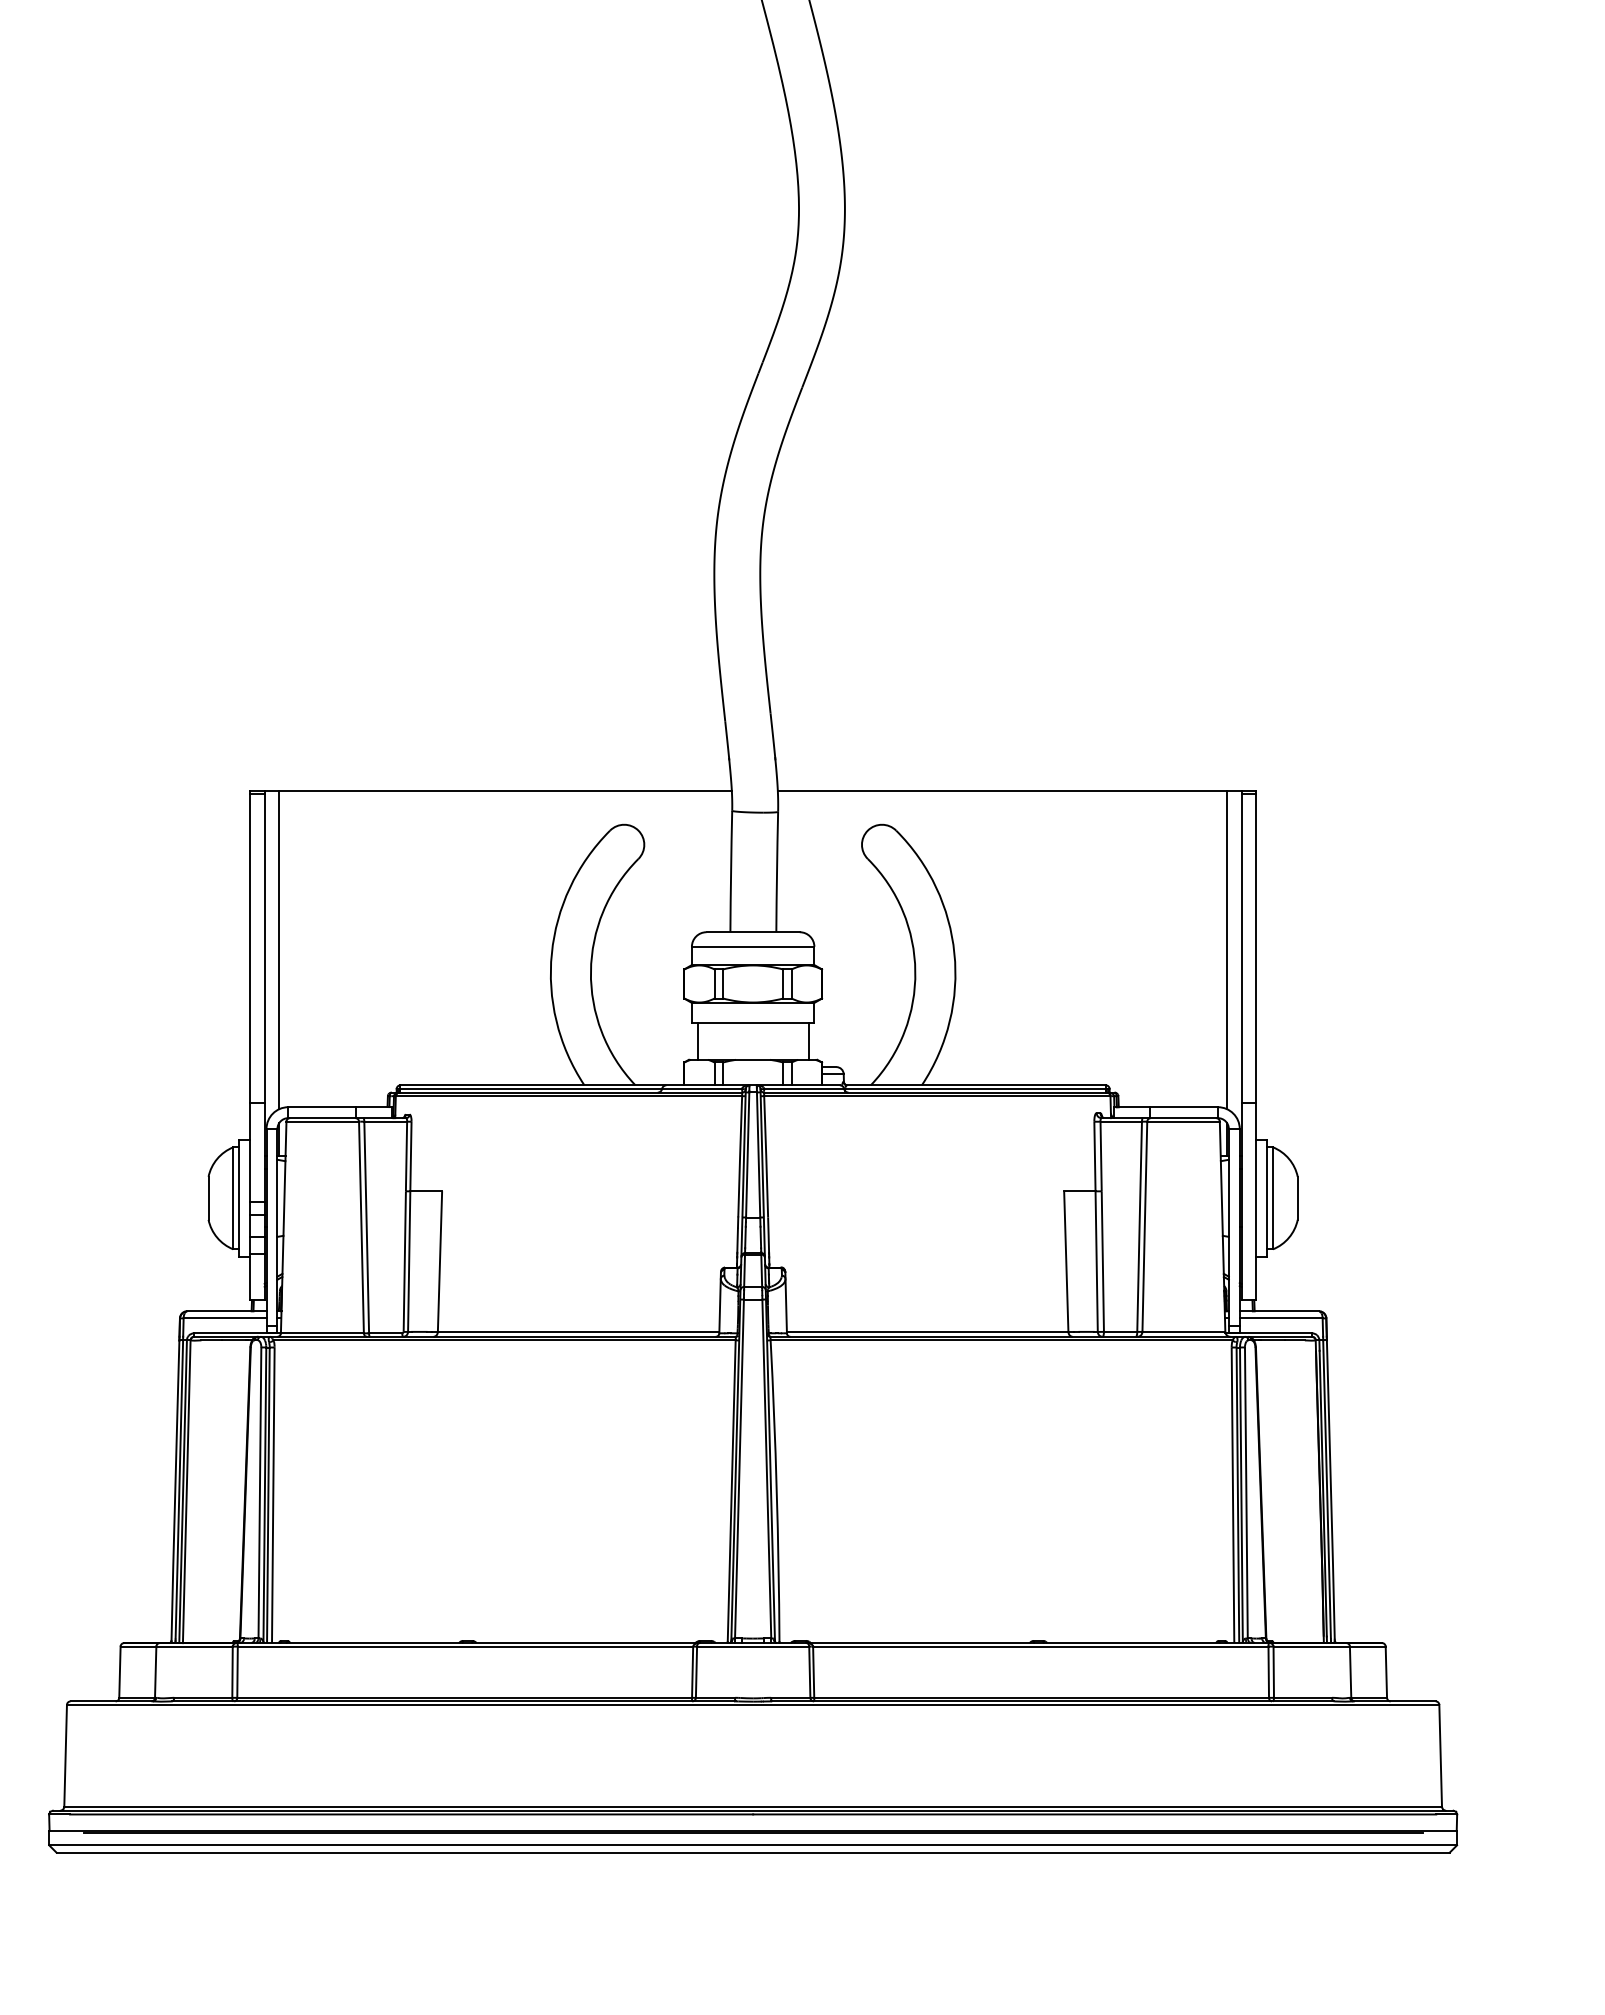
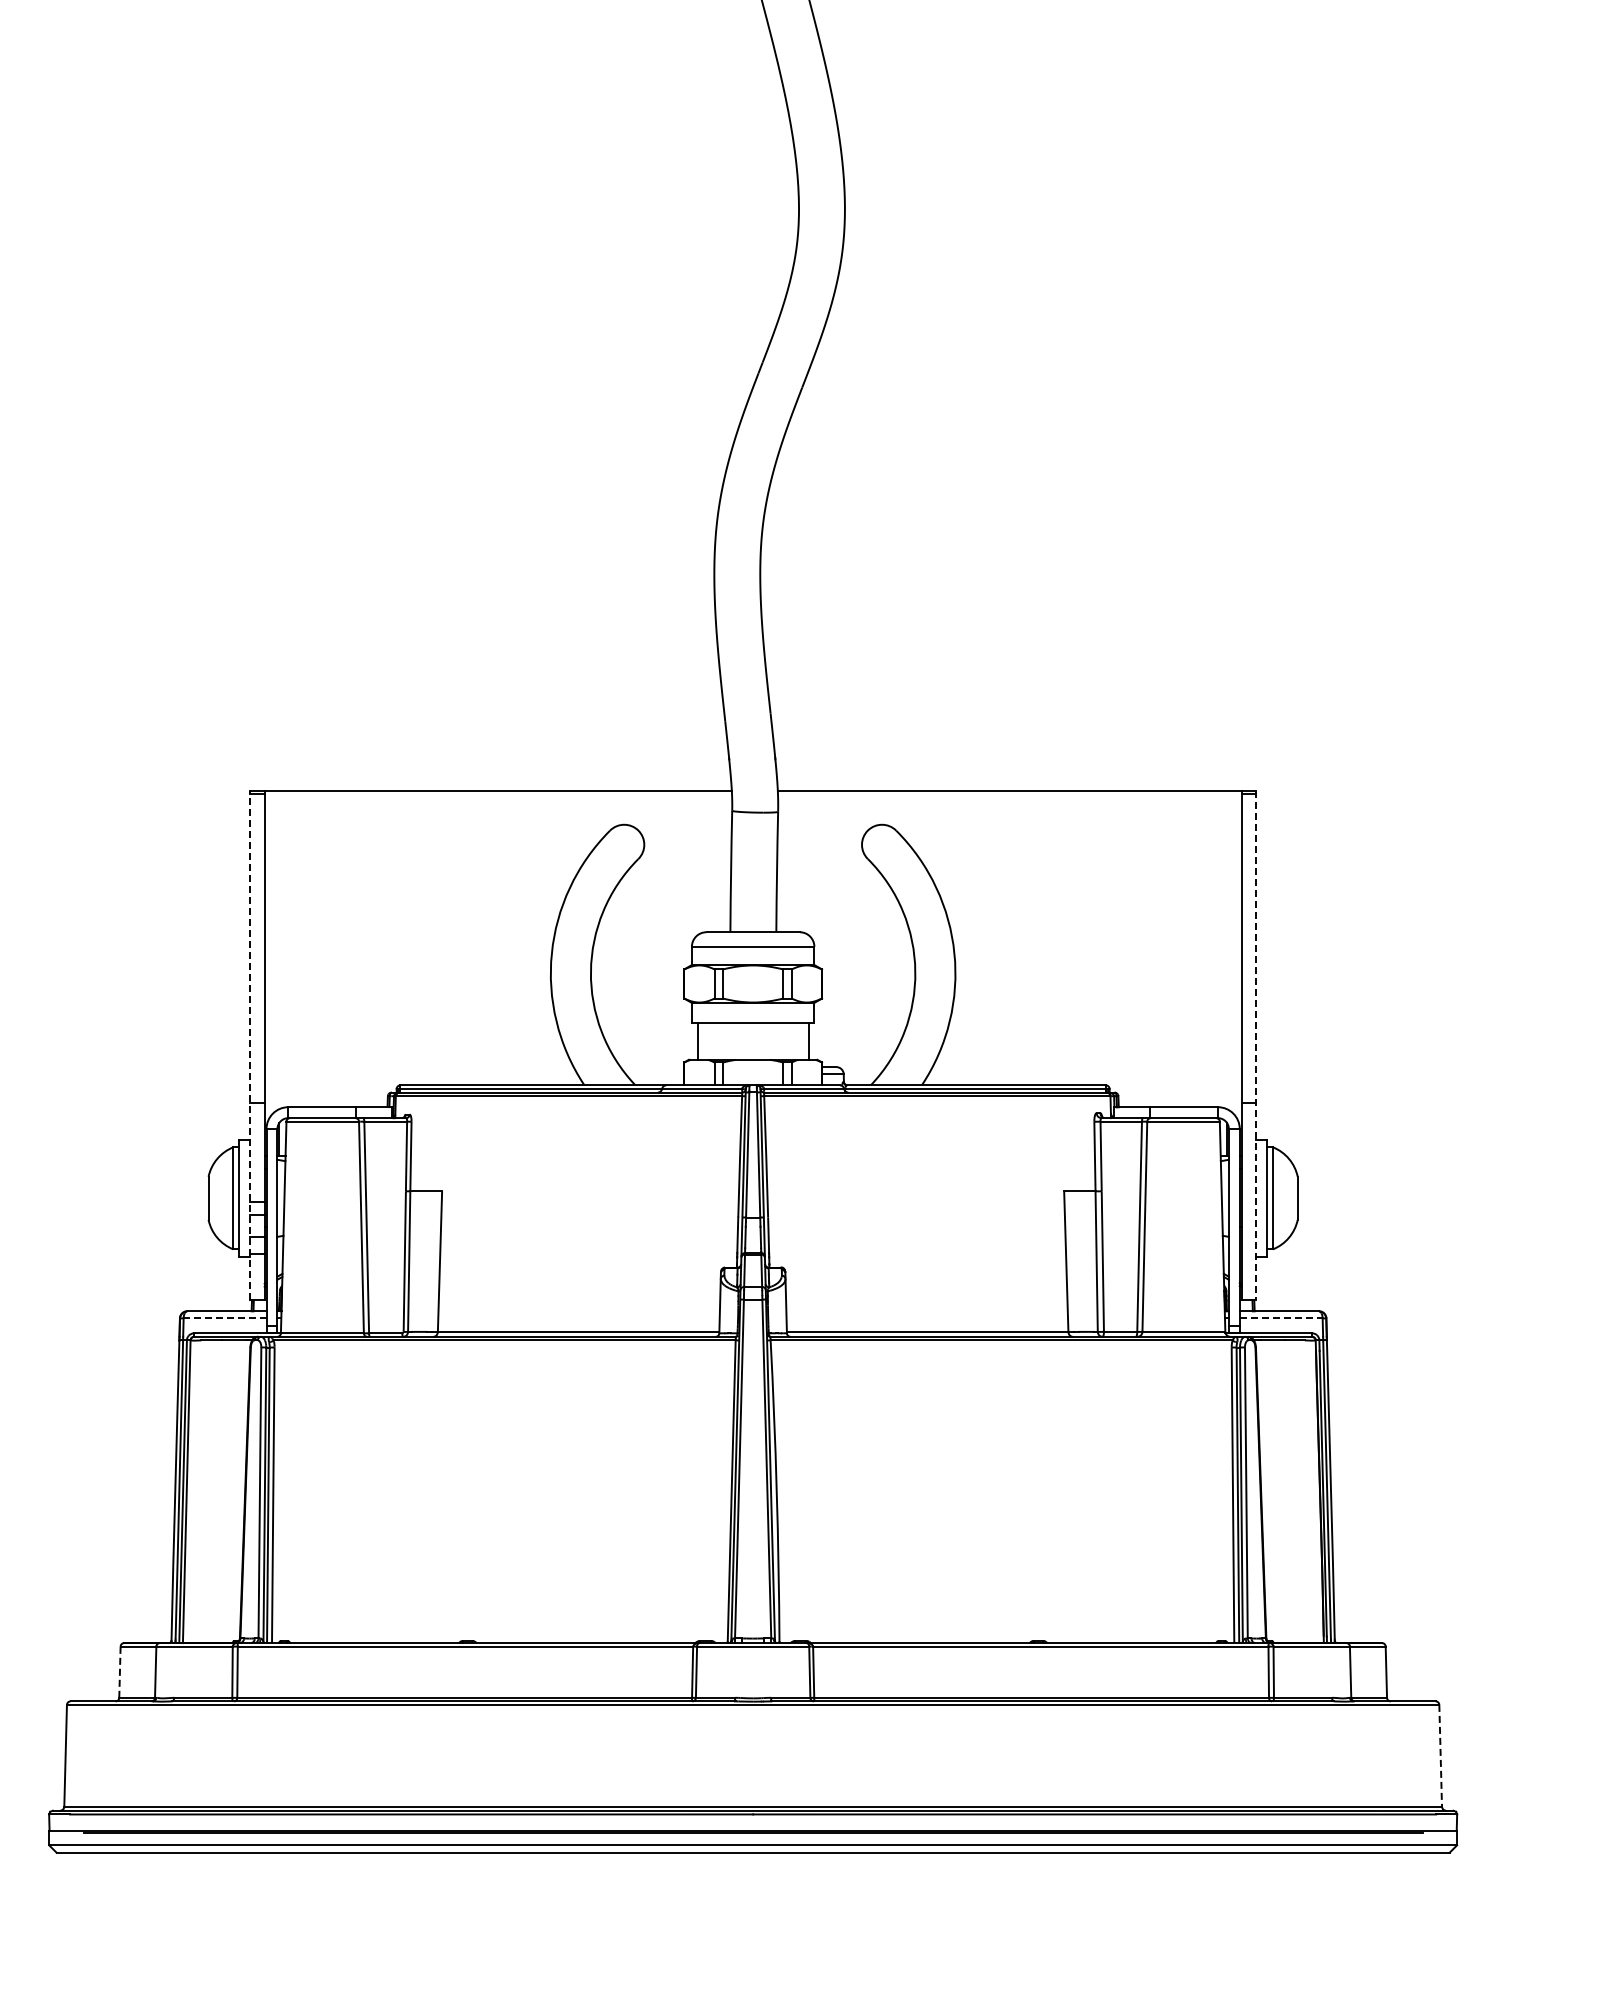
line at (279, 950): present -> none
line at (1227, 950): present -> none
line at (250, 1045): solid -> dashed
line at (1256, 1046): solid -> dashed
line at (224, 1318): solid -> dashed
line at (1281, 1318): solid -> dashed
line at (119, 1672): solid -> dashed
line at (1440, 1756): solid -> dashed
